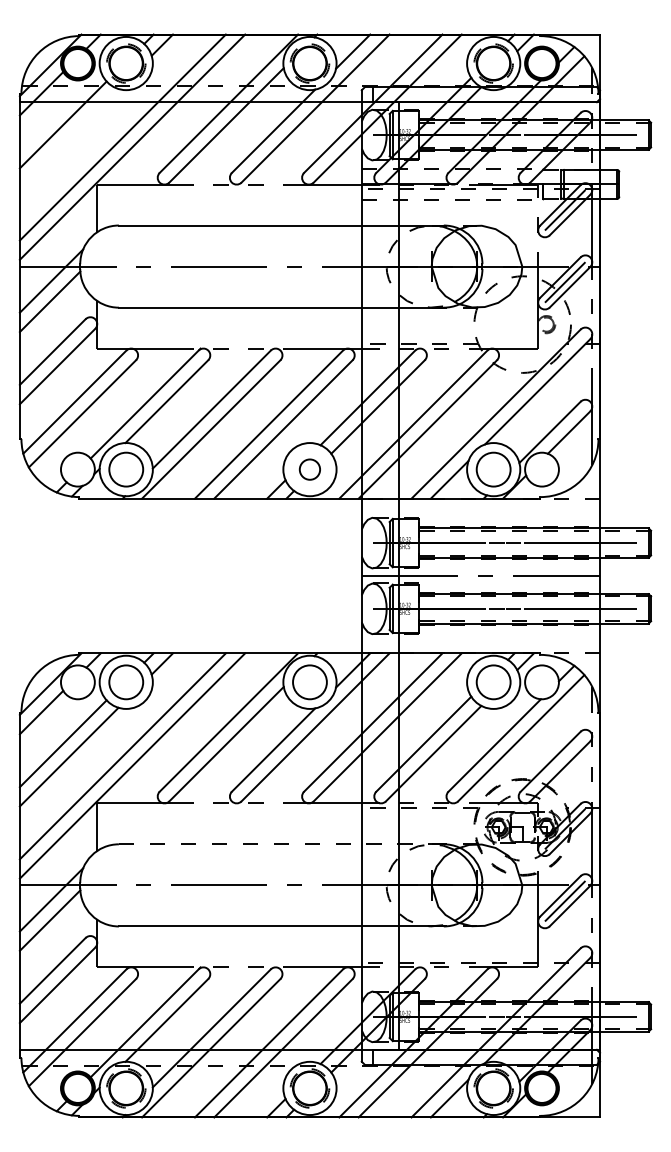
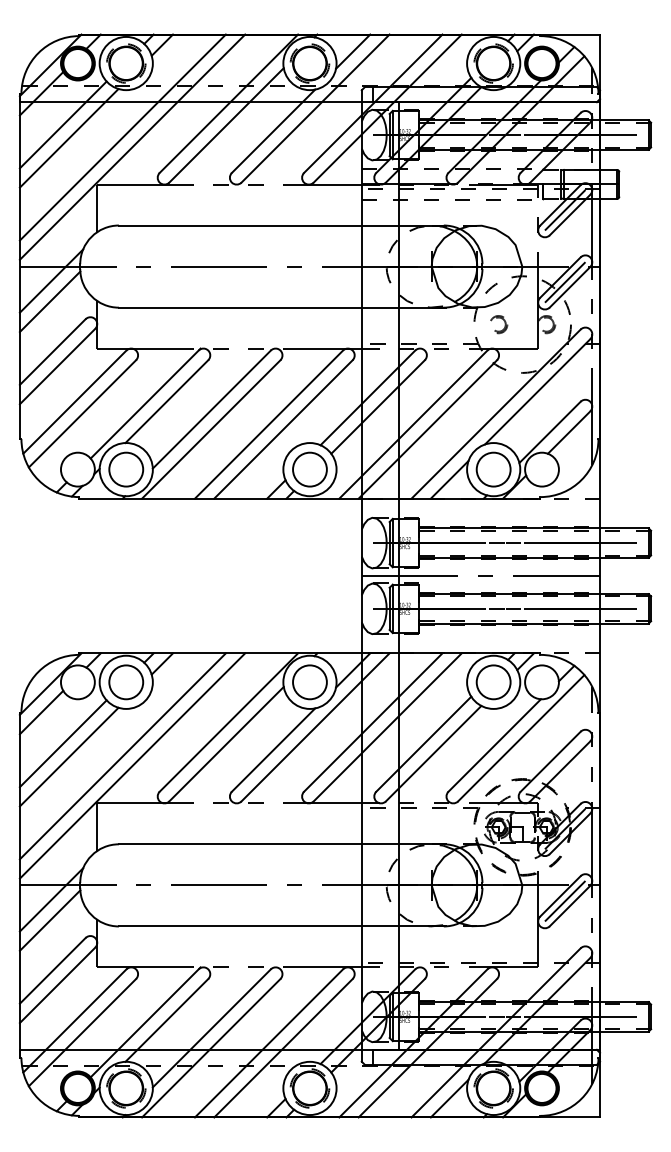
line at (68, 138): none -> present
part at (499, 324): none -> present
circle at (309, 469) diameter: 20 px -> 34 px
line at (281, 844): dashed -> solid
